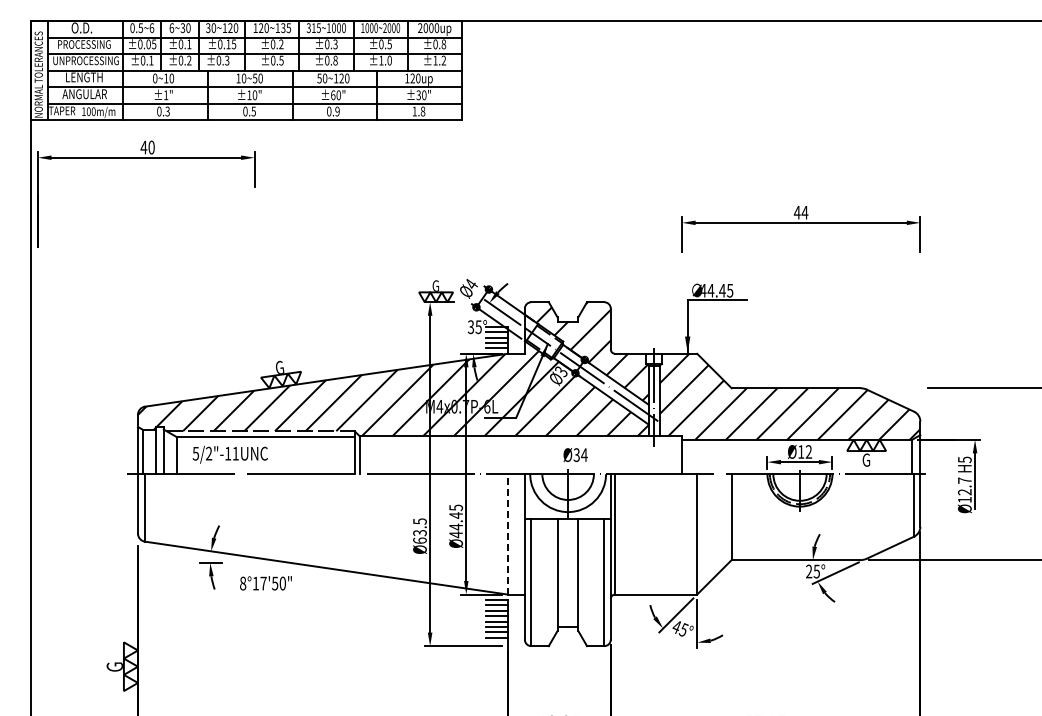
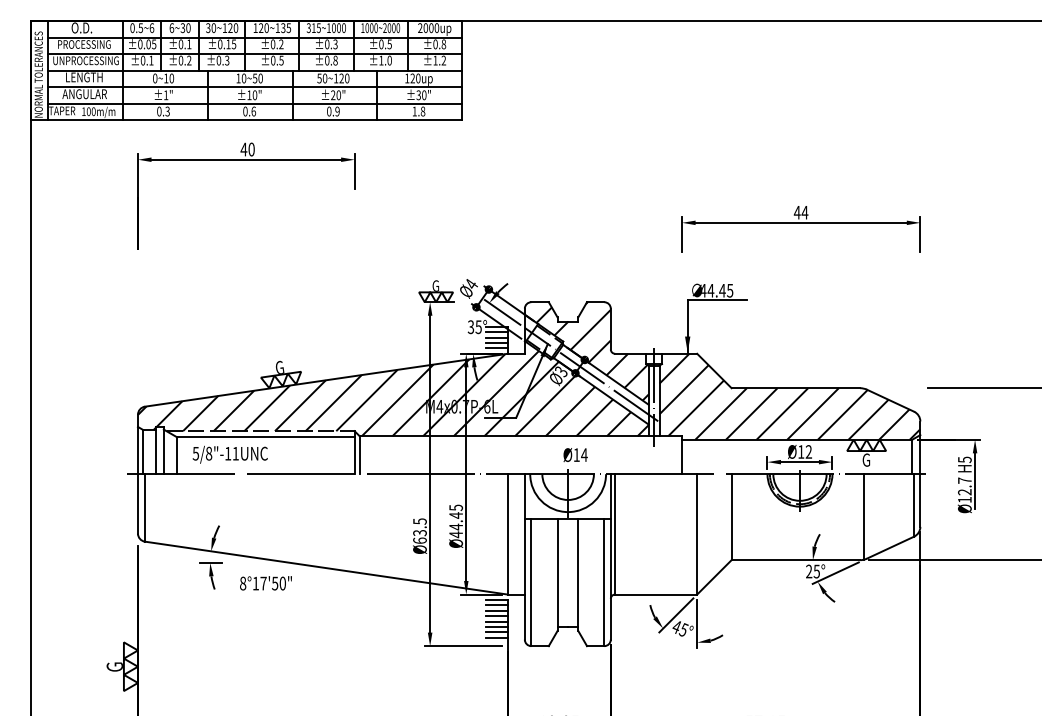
text at (333, 95): ±60" -> ±20"
text at (253, 111): 0.5 -> 0.6
part at (146, 158) position: (146, 158) -> (246, 160)
text at (209, 453): 5/2"-11UNC -> 5/8"-11UNC
text at (576, 455): Ø34 -> Ø14
line at (863, 516): none -> present
line at (507, 533): dashed -> solid
